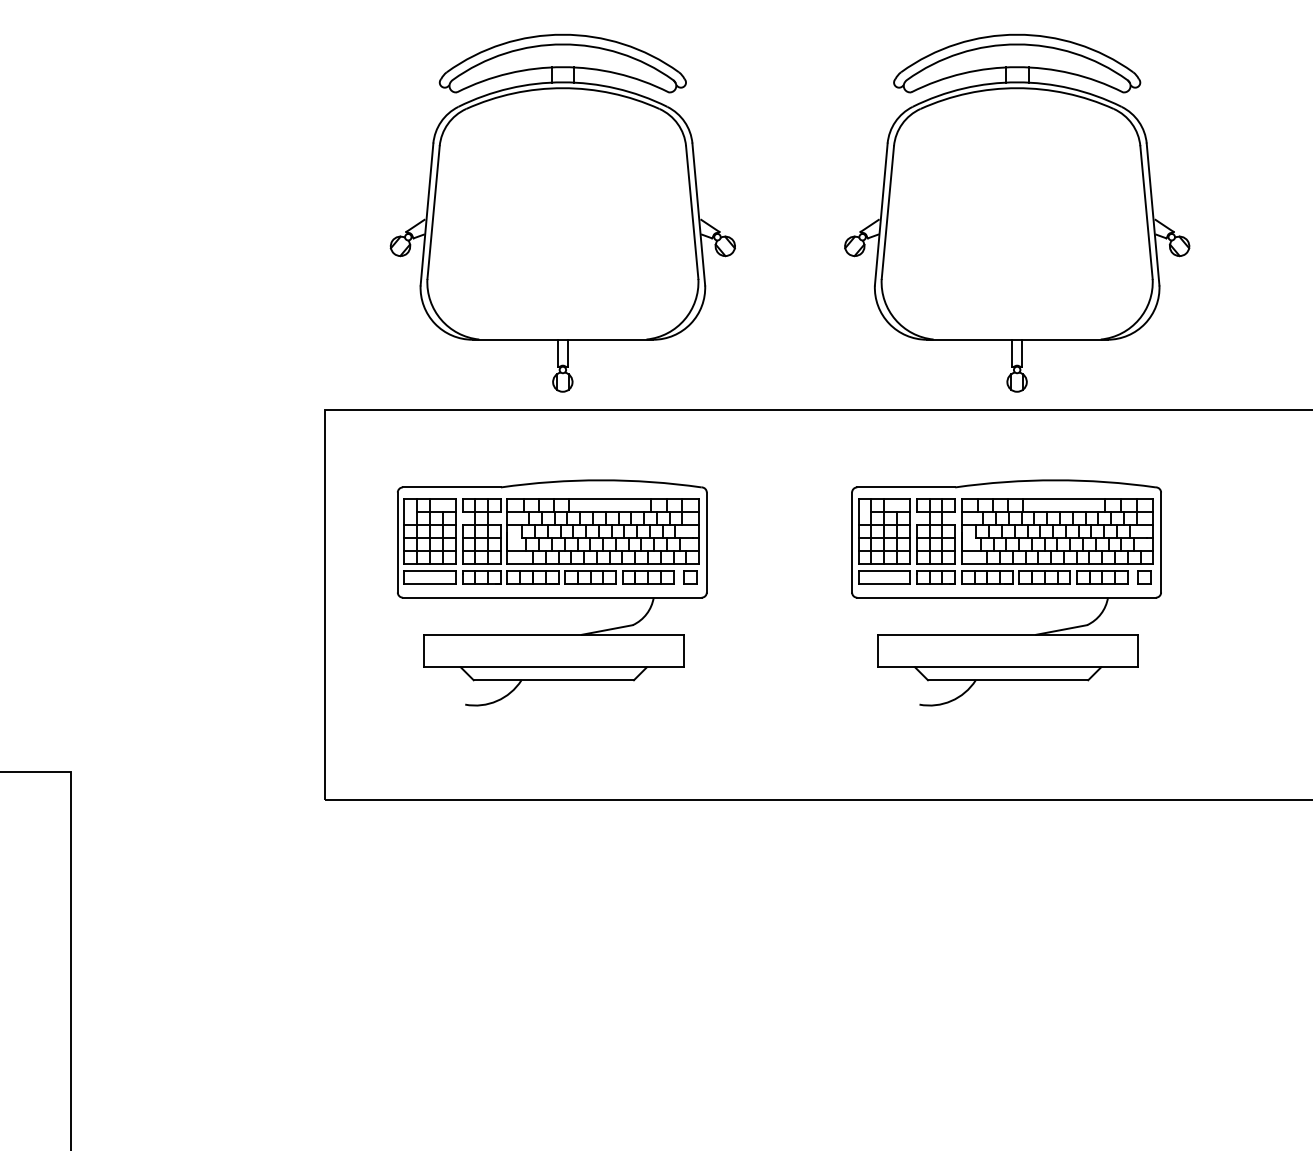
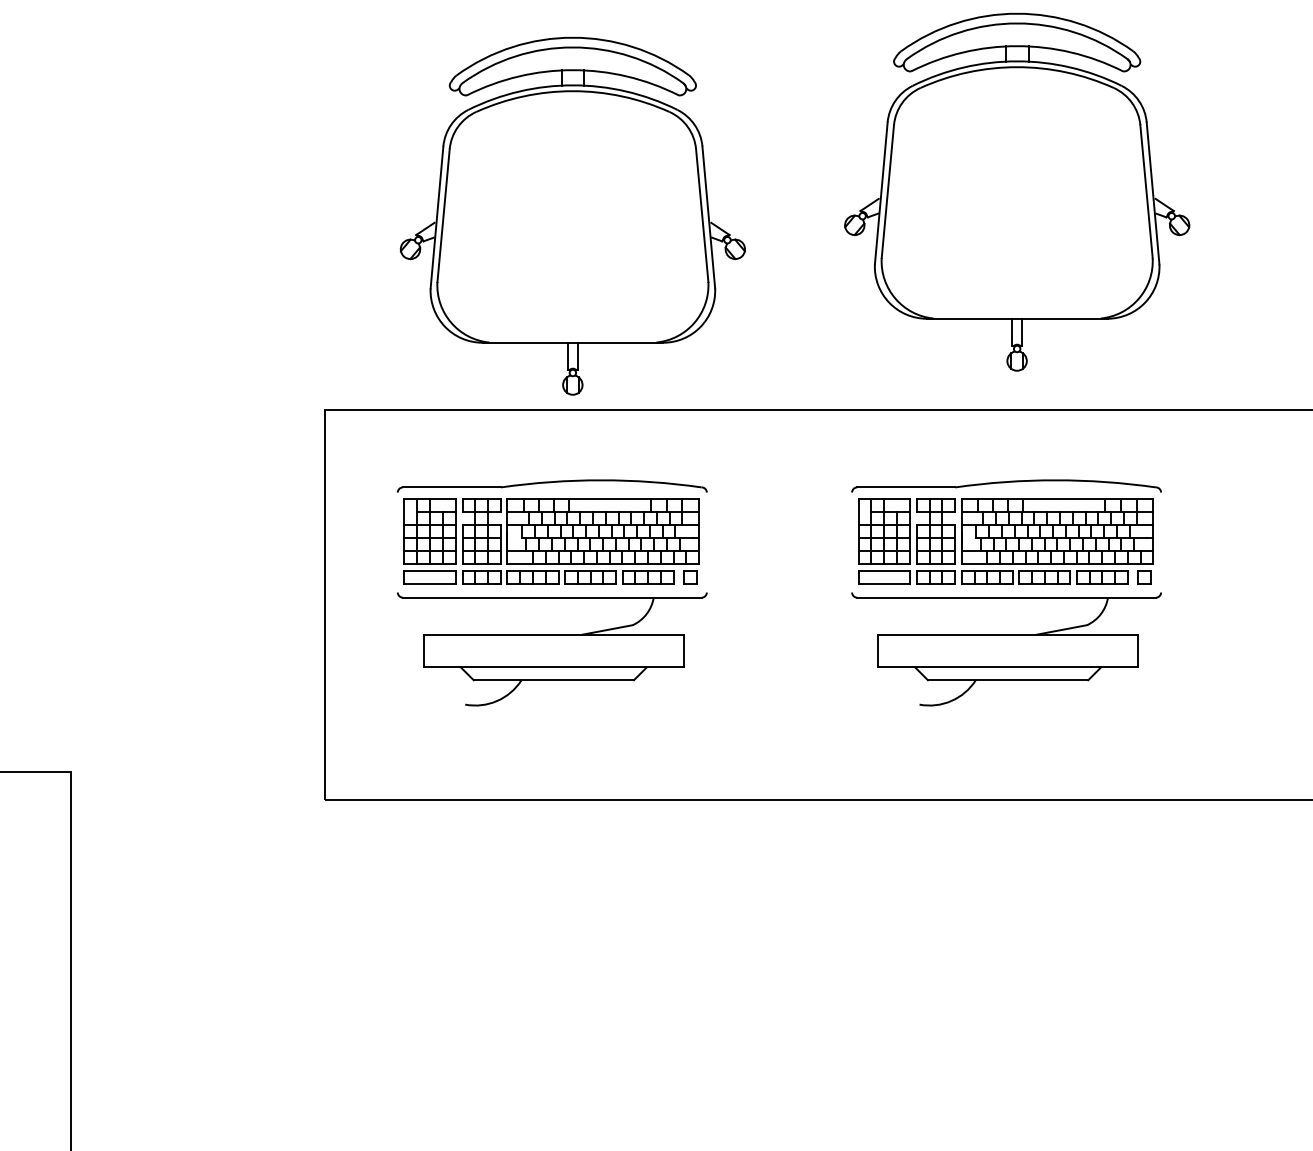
part at (562, 212) position: (562, 212) -> (572, 215)
part at (1017, 212) position: (1017, 212) -> (1017, 191)
line at (397, 542): present -> none
line at (706, 542): present -> none
line at (852, 542): present -> none
line at (1161, 542): present -> none
